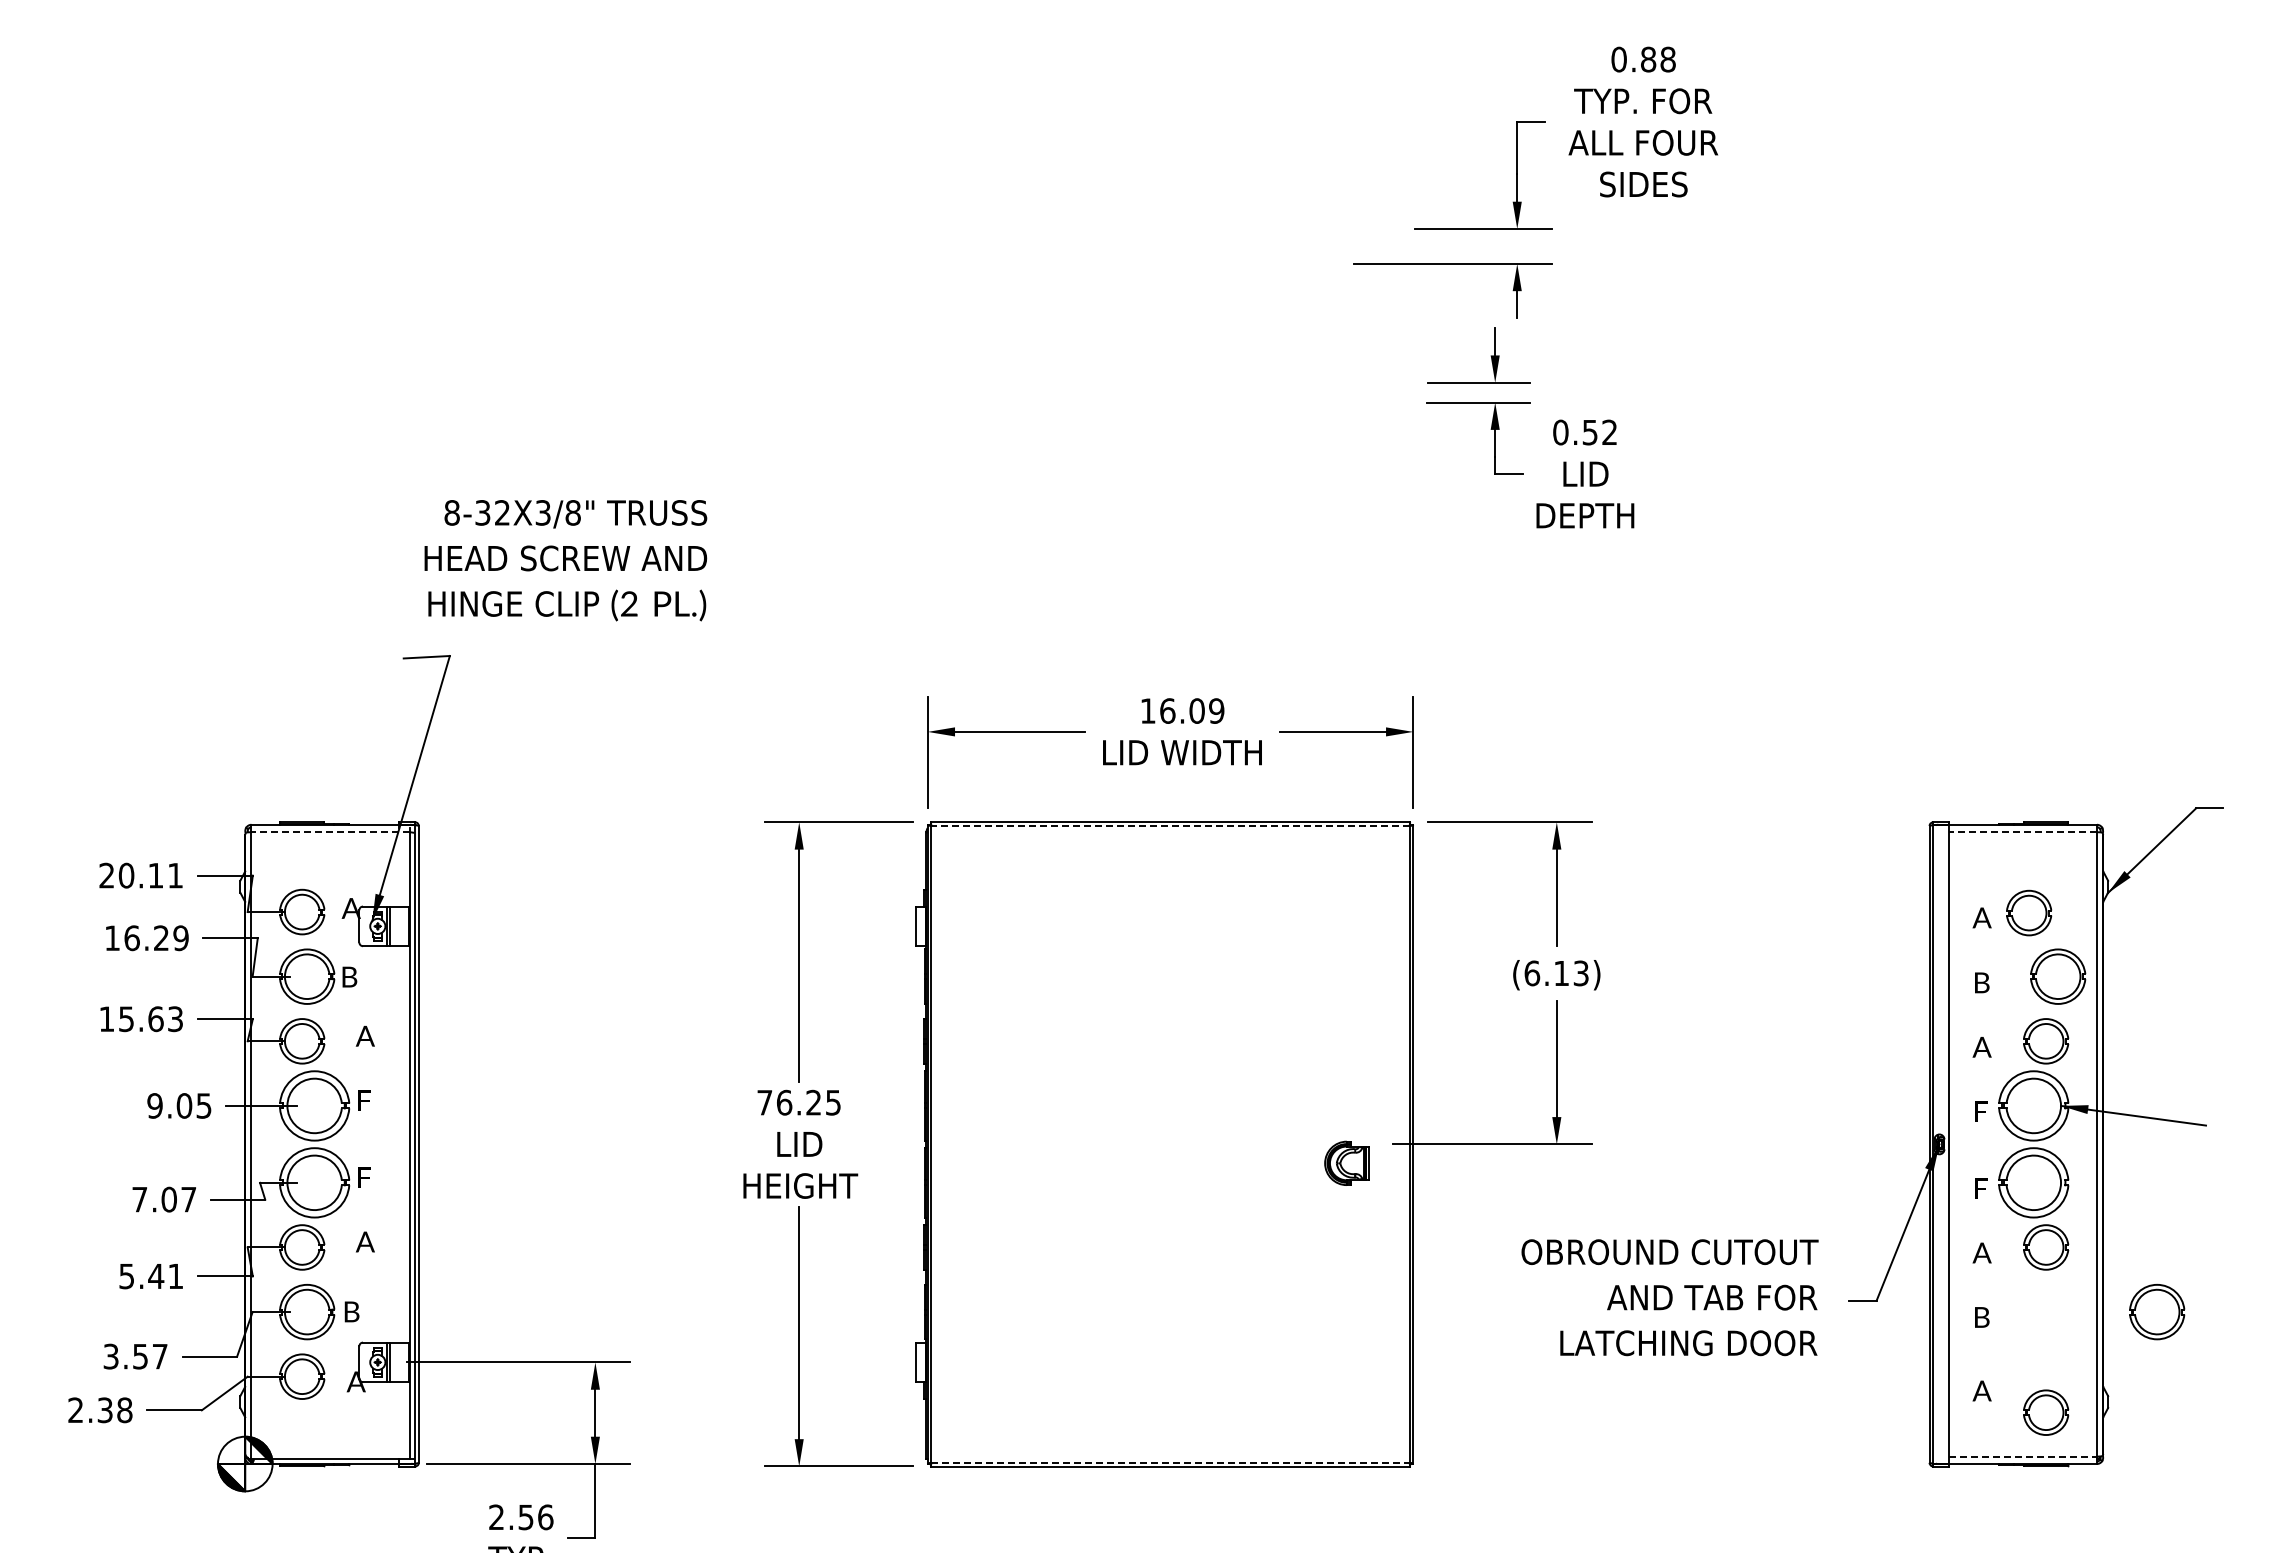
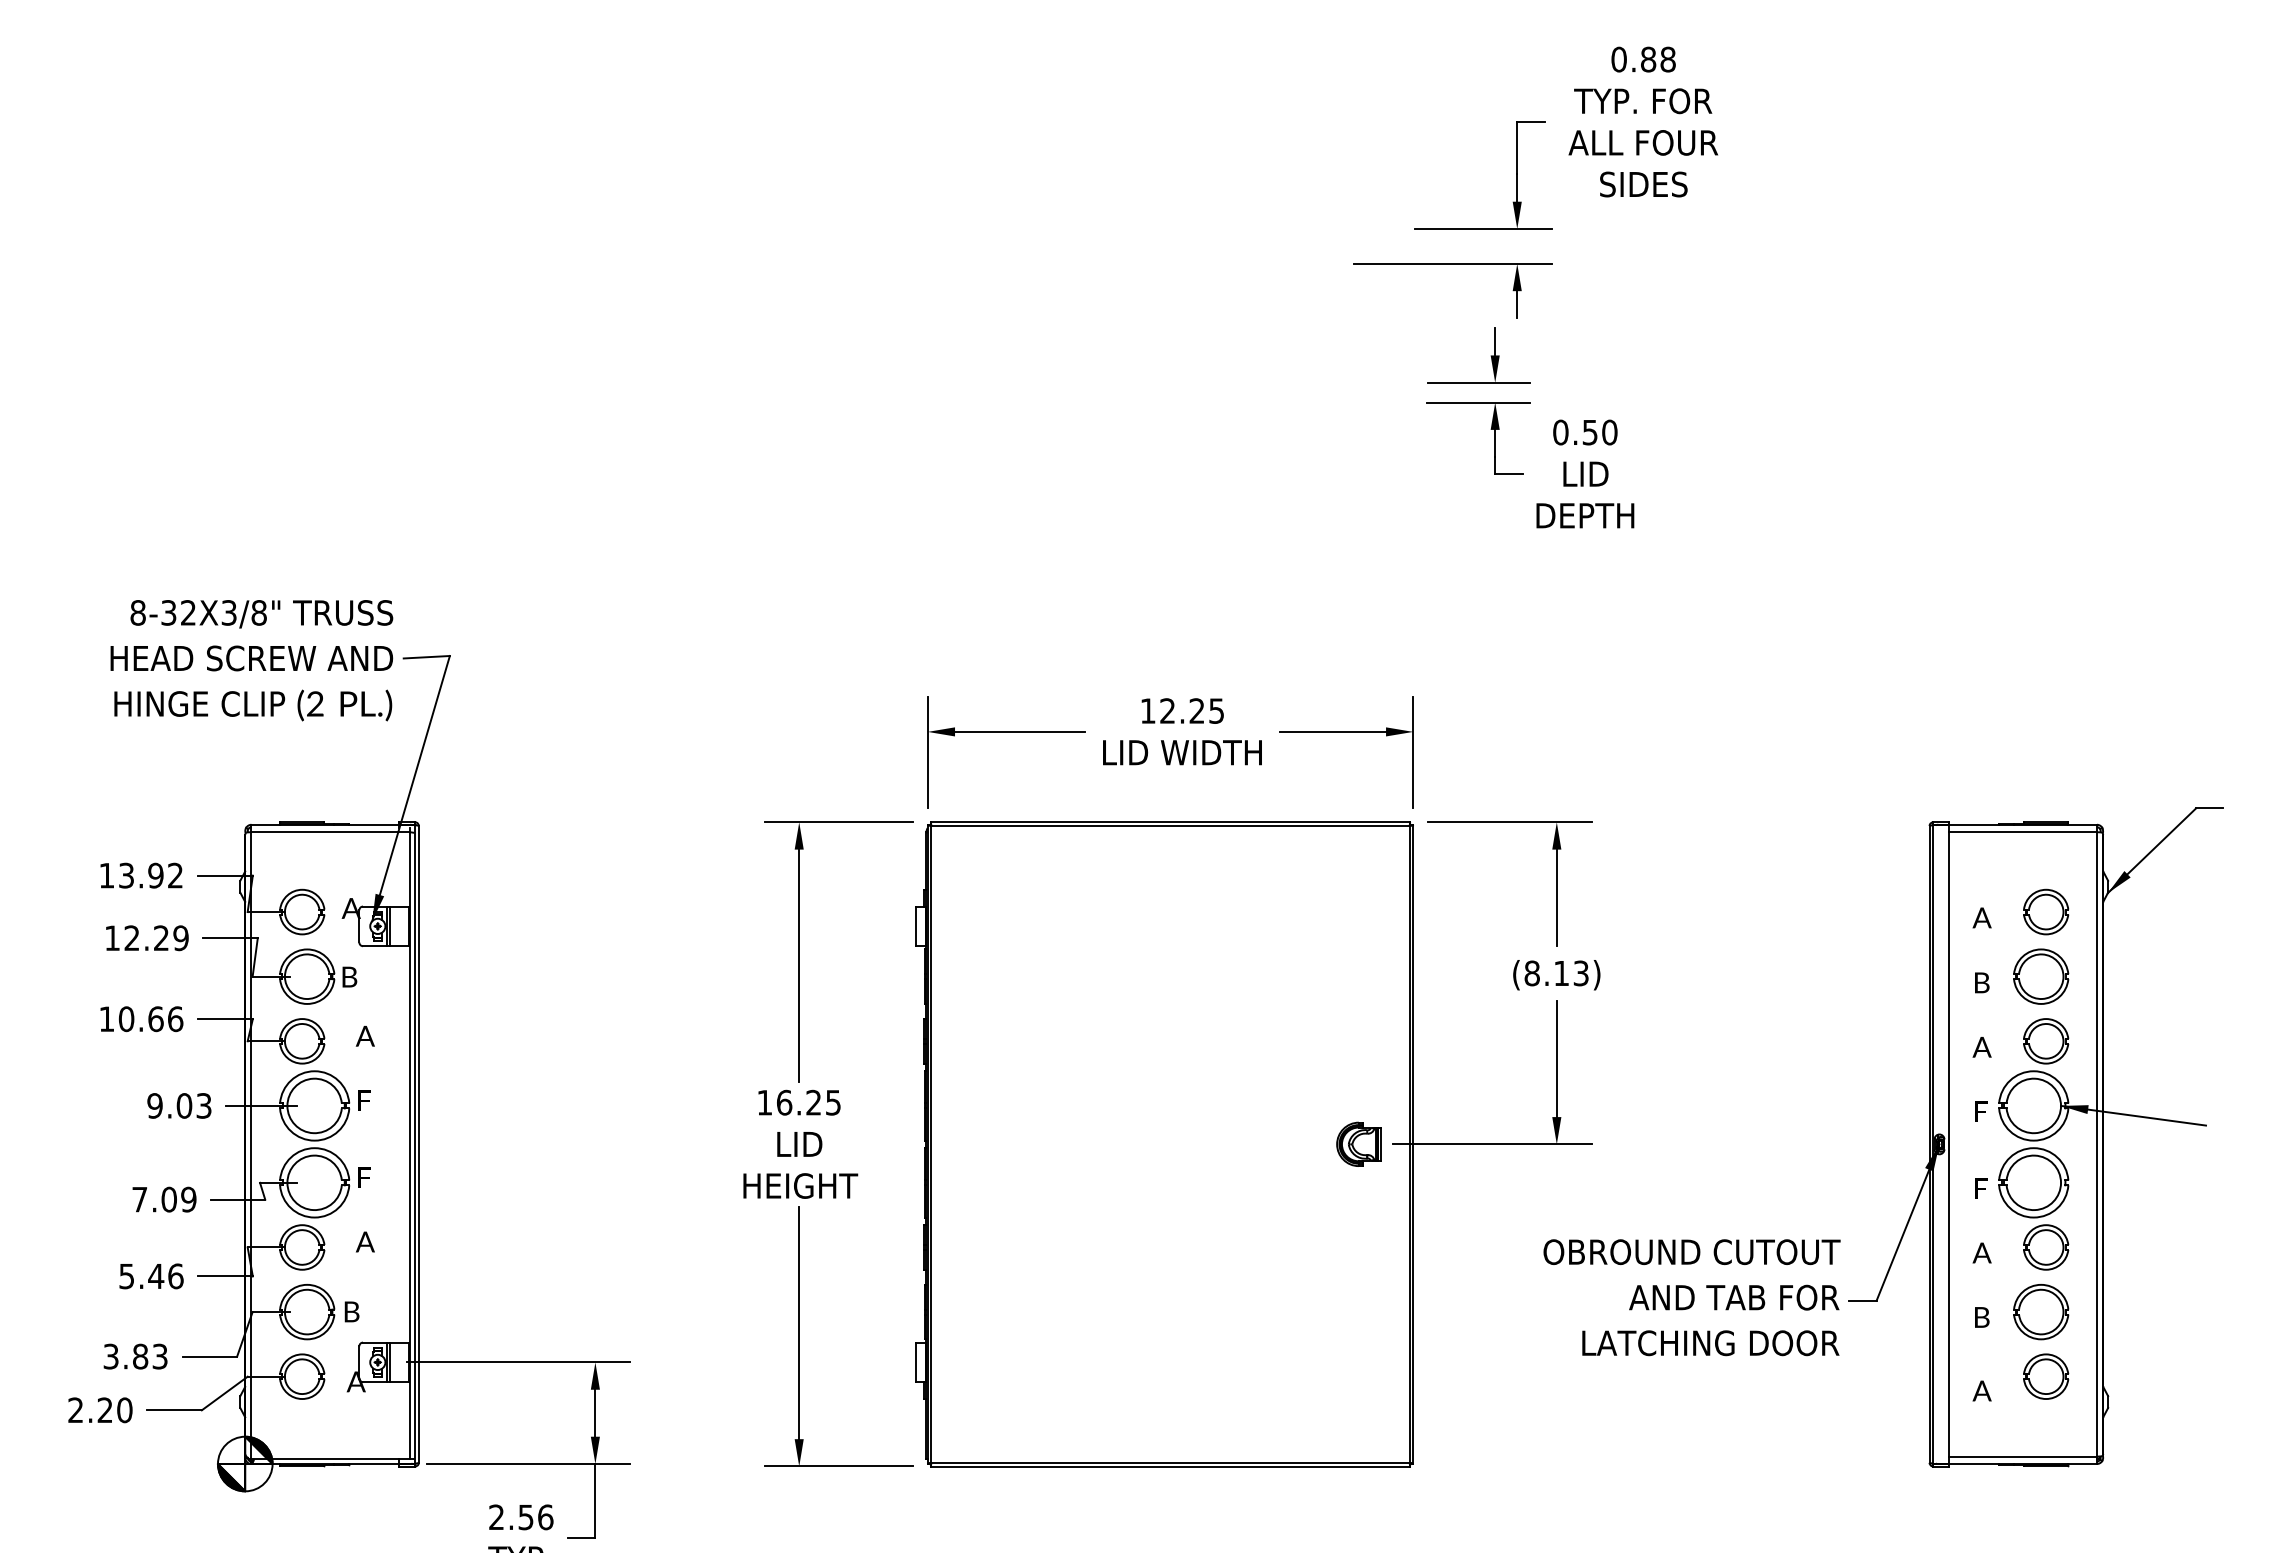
text at (1609, 432): 0.52 -> 0.50
text at (565, 560) position: (565, 560) -> (251, 660)
text at (1192, 710): 16.09 -> 12.25
line at (1170, 826): dashed -> solid
line at (330, 832): dashed -> solid
line at (2023, 832): dashed -> solid
text at (140, 875): 20.11 -> 13.92
part at (2029, 912) position: (2029, 912) -> (2046, 911)
text at (131, 938): 16.29 -> 12.29
text at (1532, 973): (6.13) -> (8.13)
part at (2058, 976) position: (2058, 976) -> (2041, 976)
text at (150, 1019): 15.63 -> 10.66
text at (764, 1102): 76.25 -> 16.25
text at (204, 1105): 9.05 -> 9.03
part at (1346, 1162) position: (1346, 1162) -> (1358, 1143)
text at (188, 1199): 7.07 -> 7.09
text at (175, 1276): 5.41 -> 5.46
text at (1669, 1297) position: (1669, 1297) -> (1691, 1297)
part at (2157, 1312) position: (2157, 1312) -> (2041, 1312)
text at (150, 1356): 3.57 -> 3.83
text at (114, 1410): 2.38 -> 2.20
part at (2046, 1412) position: (2046, 1412) -> (2046, 1376)
line at (2023, 1456): dashed -> solid
line at (1171, 1462): dashed -> solid
